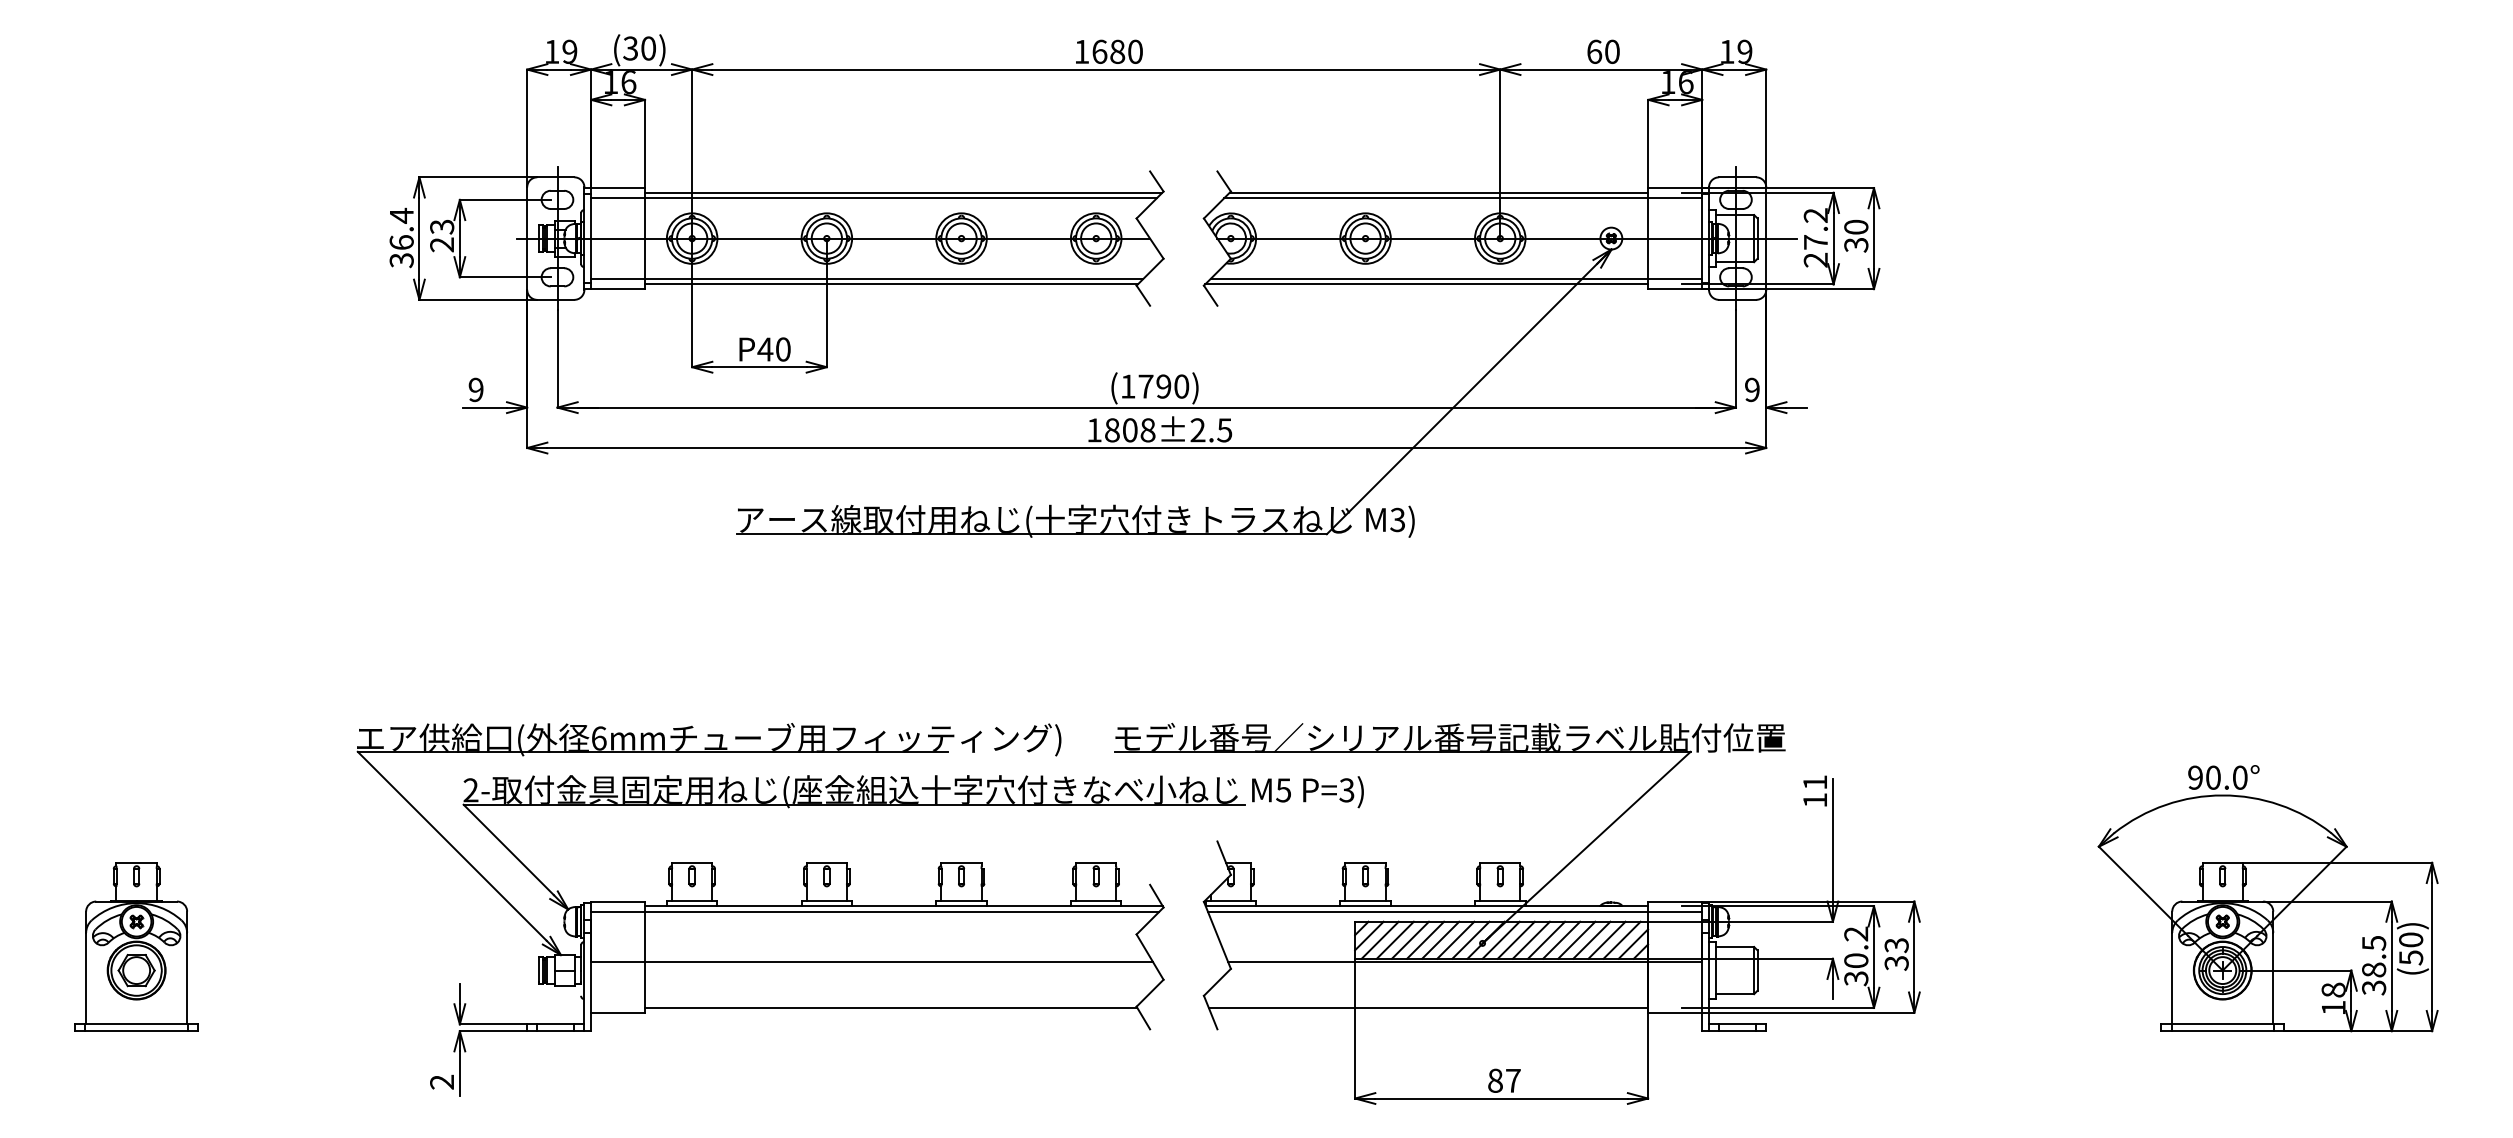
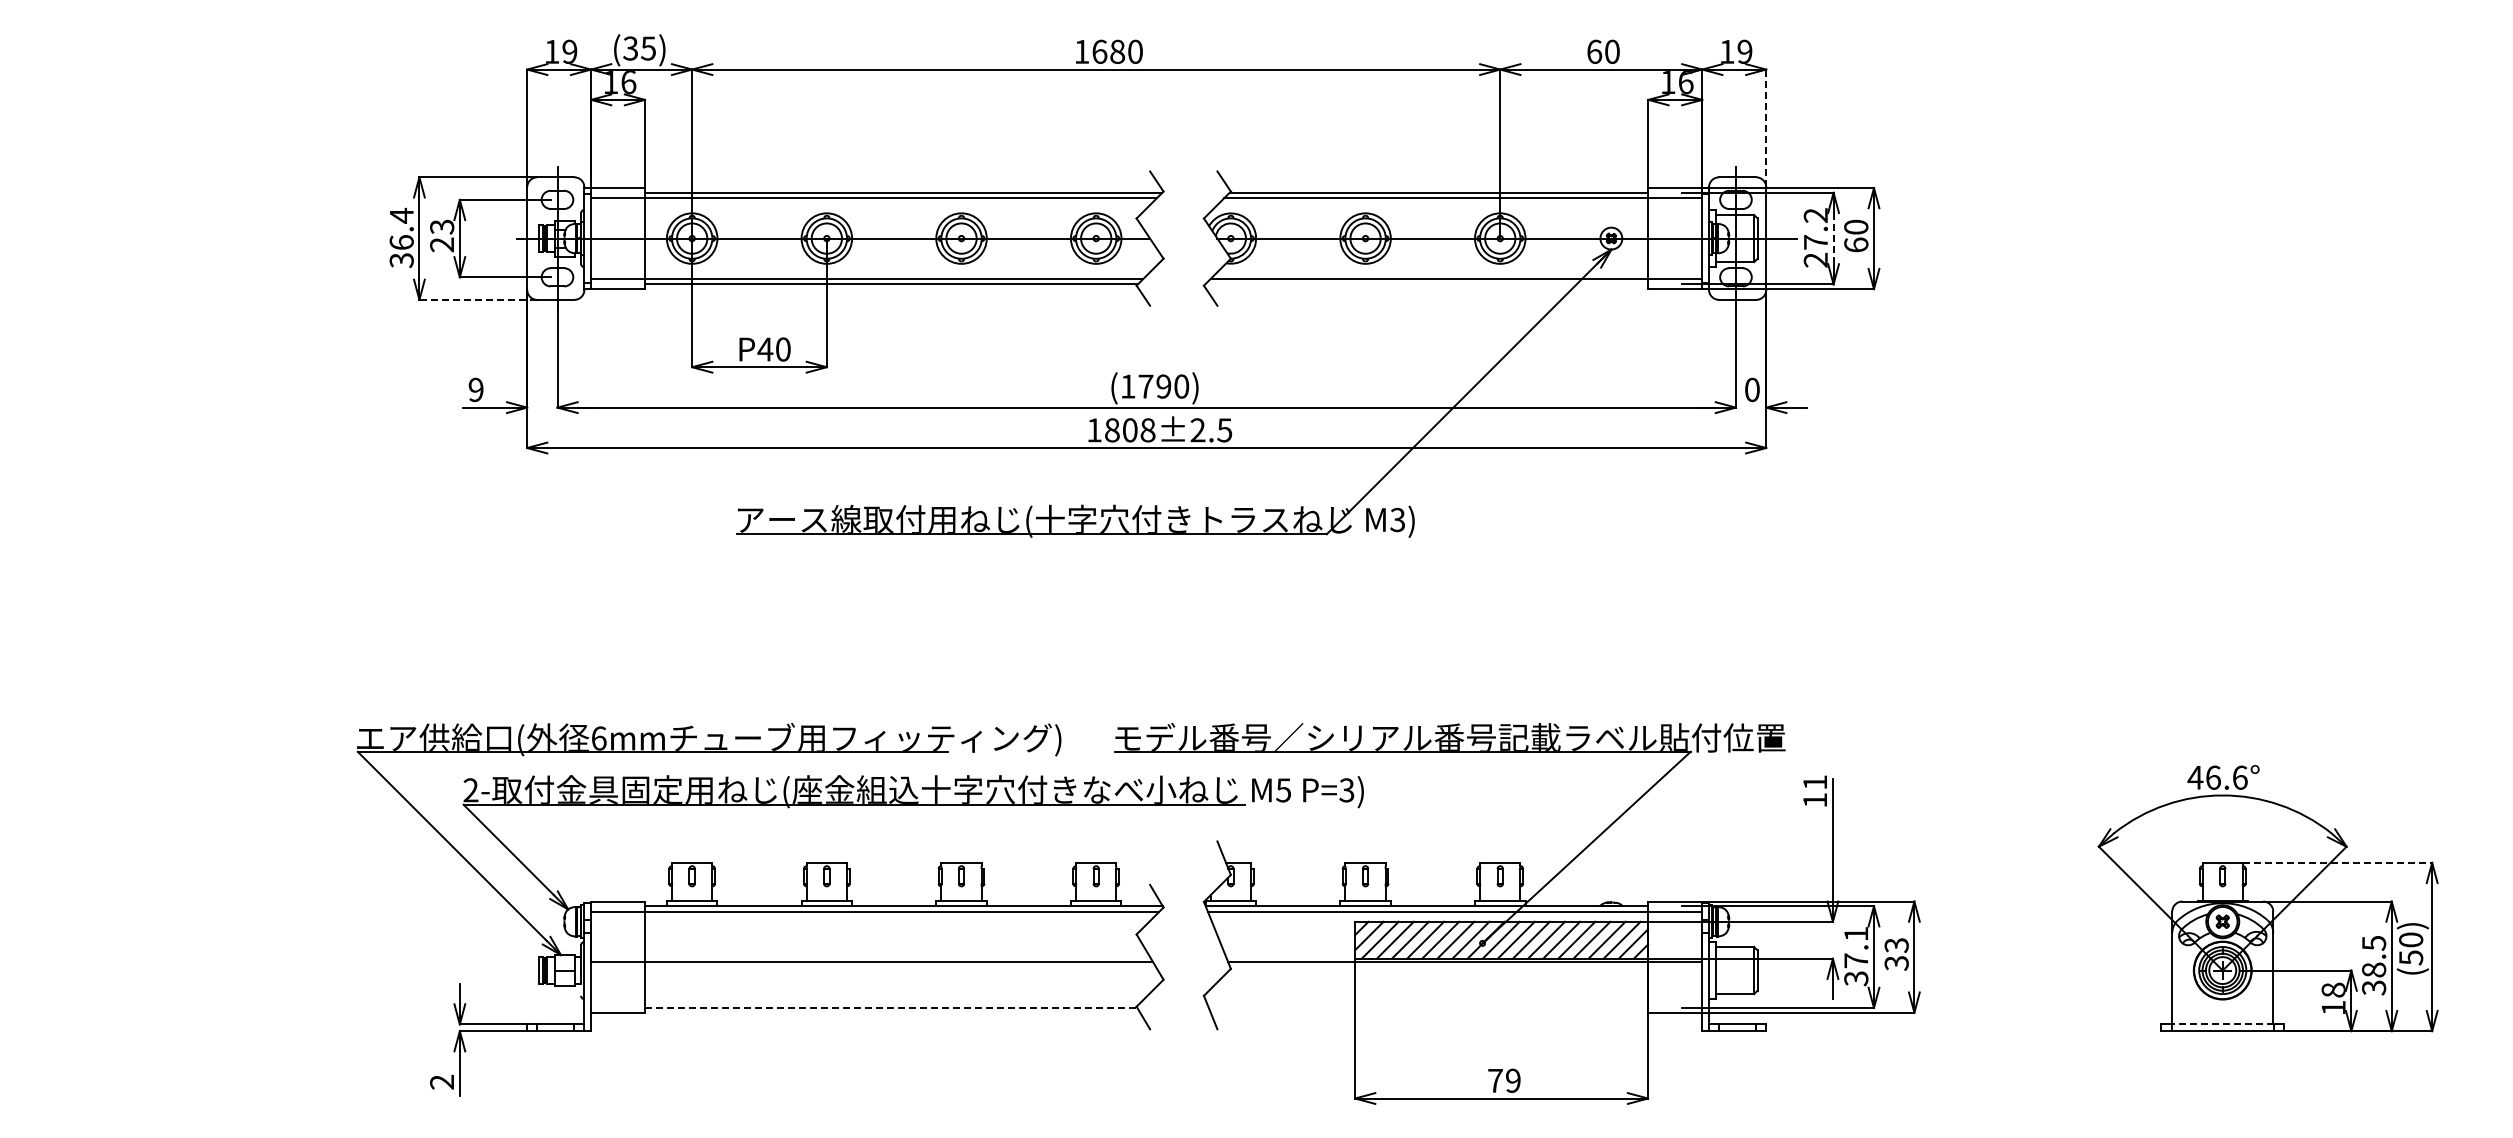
text at (647, 48): (30) -> (35)
line at (1766, 128): solid -> dashed
line at (1833, 238): solid -> dashed
text at (1856, 244): 30 -> 60
line at (1426, 284): present -> none
line at (478, 299): solid -> dashed
text at (1752, 389): 9 -> 0
text at (2217, 777): 90.0° -> 46.6°
line at (2337, 862): solid -> dashed
part at (136, 946): present -> none
text at (1856, 947): 30.2 -> 37.1
line at (891, 1007): solid -> dashed
line at (1428, 1007): present -> none
line at (2222, 1024): solid -> dashed
text at (1504, 1080): 87 -> 79
